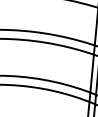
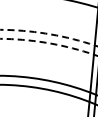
arc at (49, 34): solid -> dashed
arc at (48, 43): solid -> dashed
